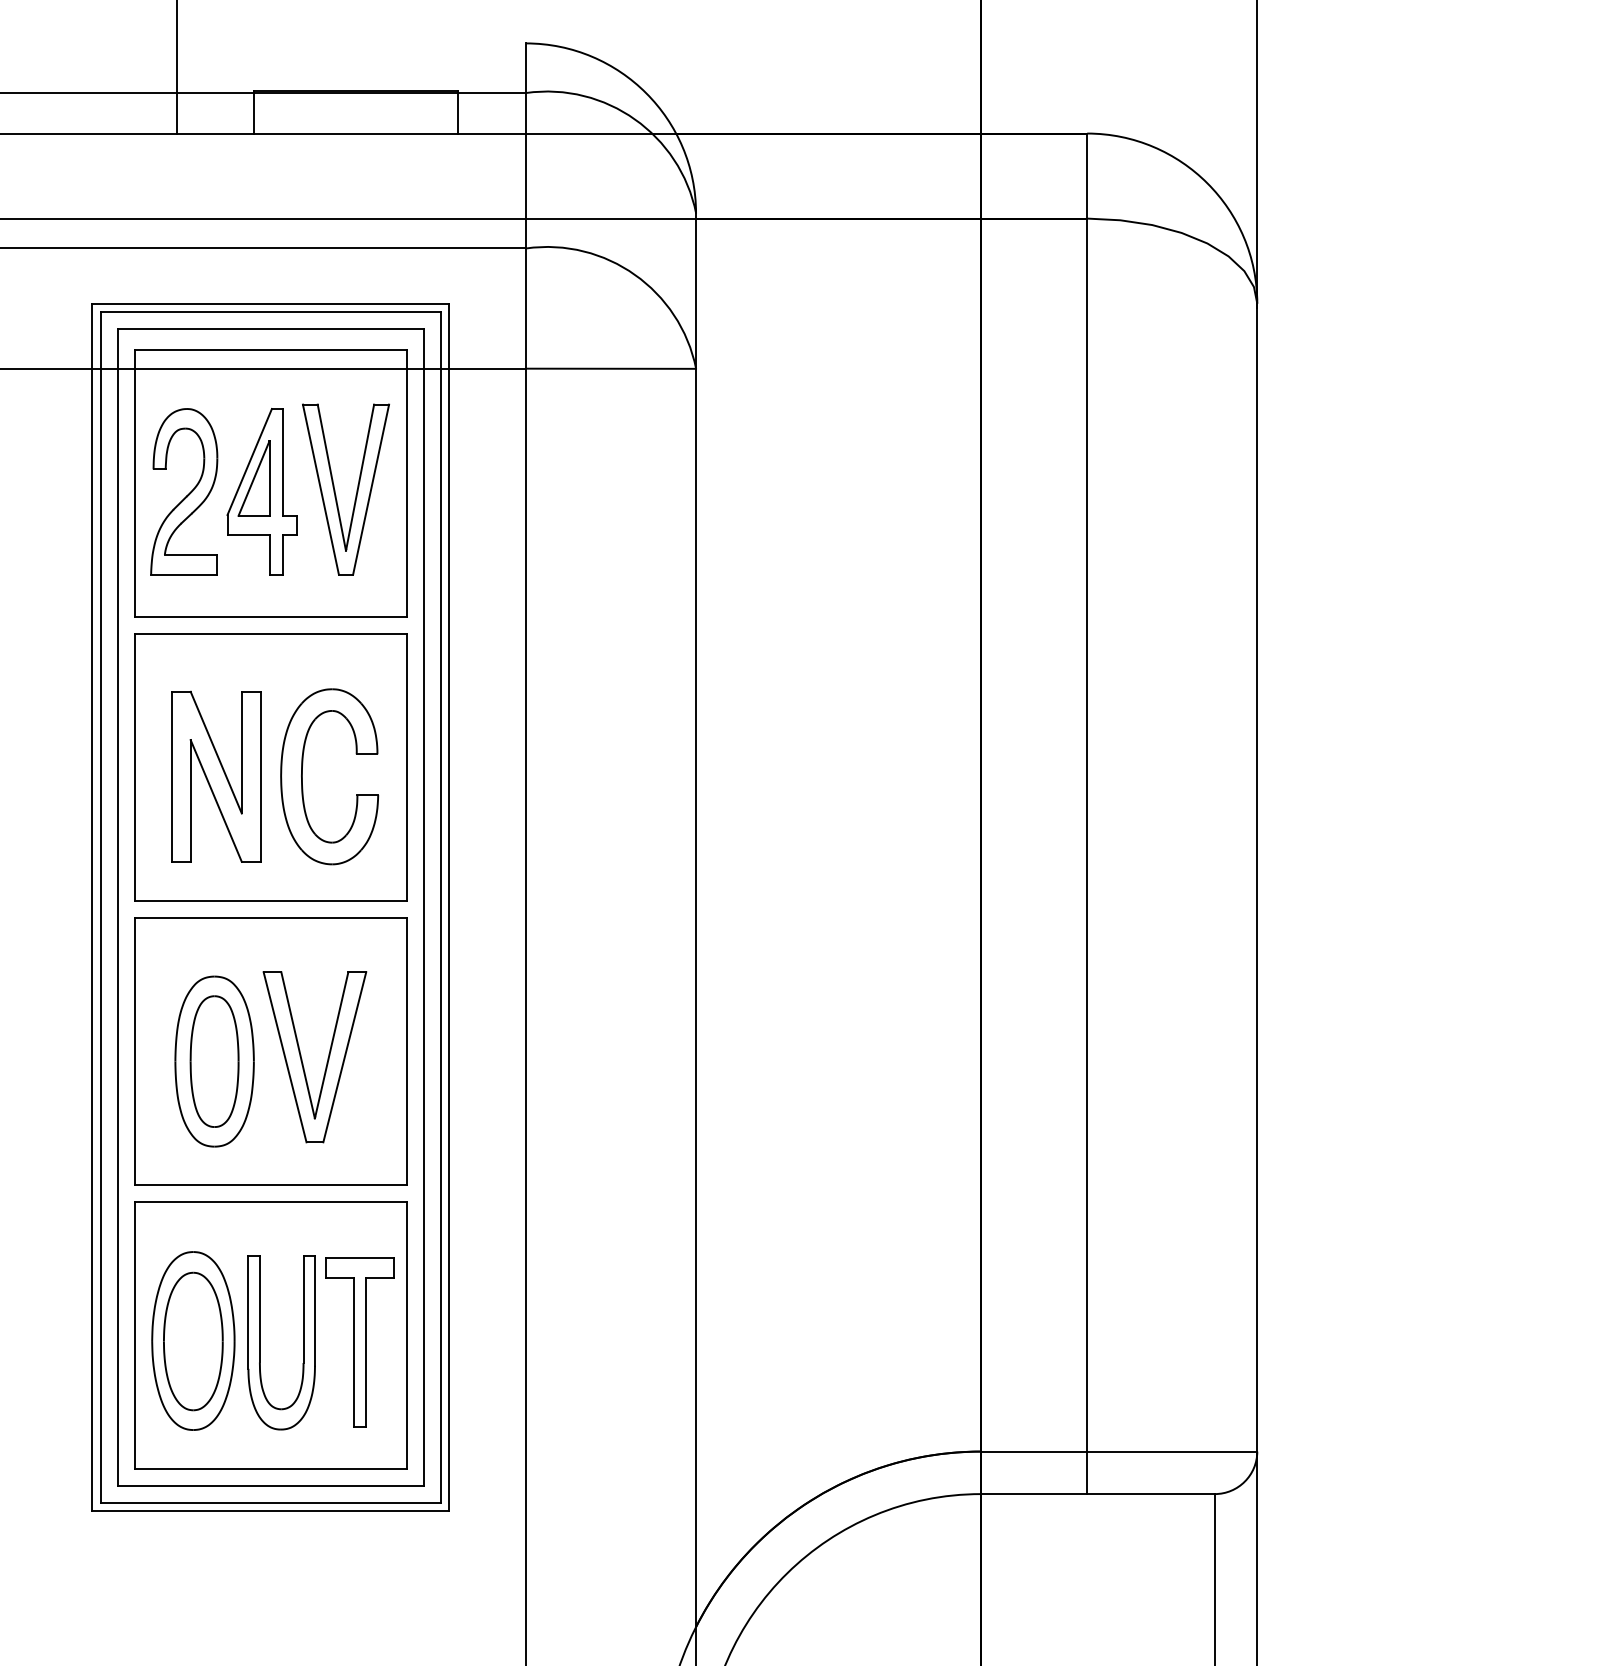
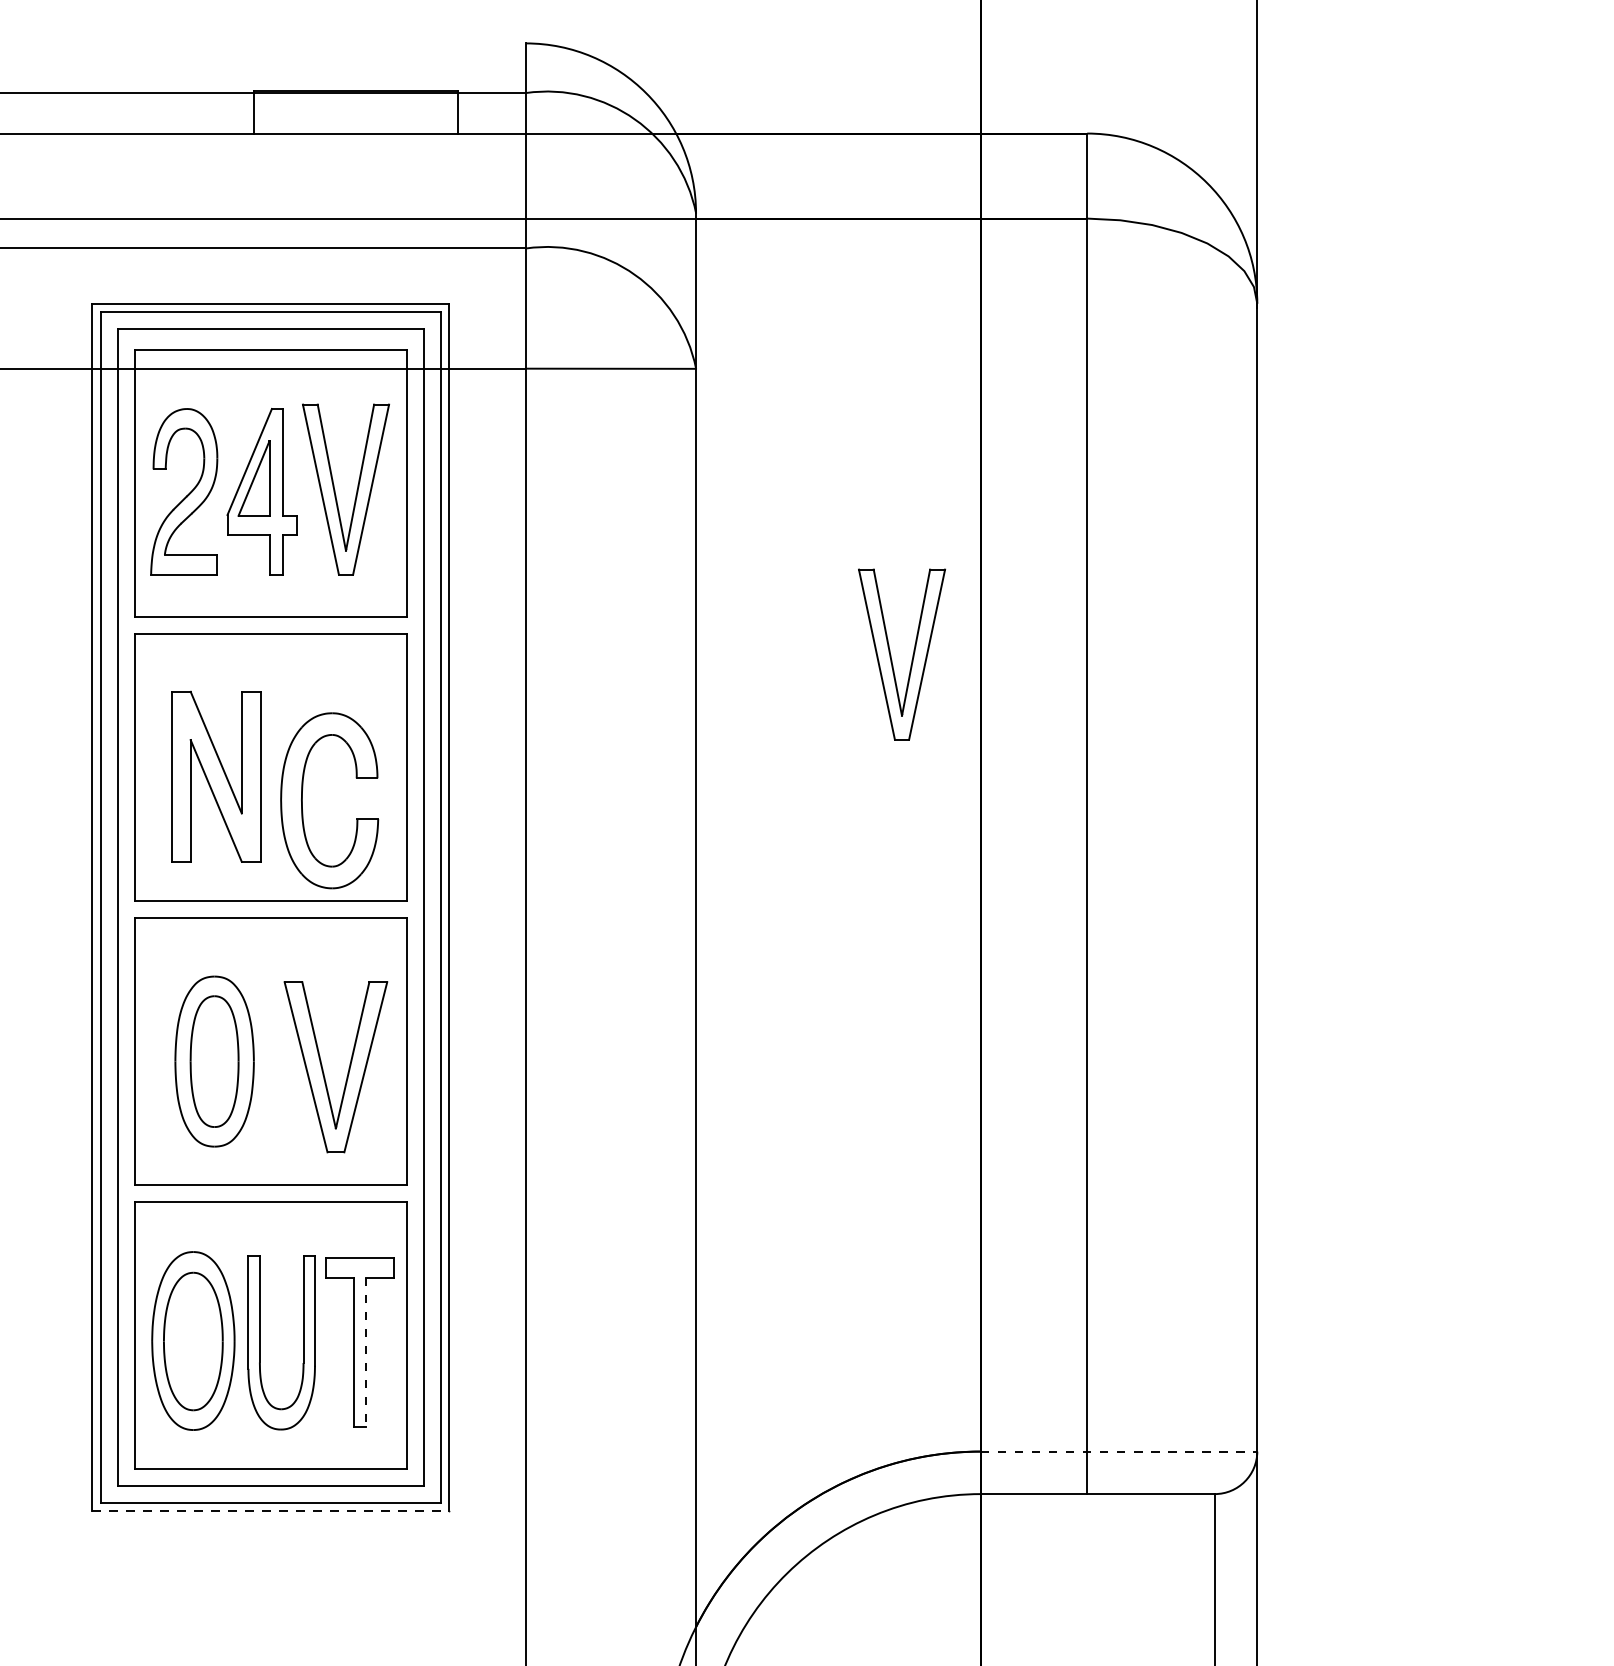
line at (177, 67): present -> none
part at (891, 654): none -> present
part at (302, 776) position: (302, 776) -> (302, 800)
part at (302, 1058) position: (302, 1058) -> (323, 1068)
line at (365, 1352): solid -> dashed
line at (1119, 1451): solid -> dashed
line at (270, 1511): solid -> dashed
